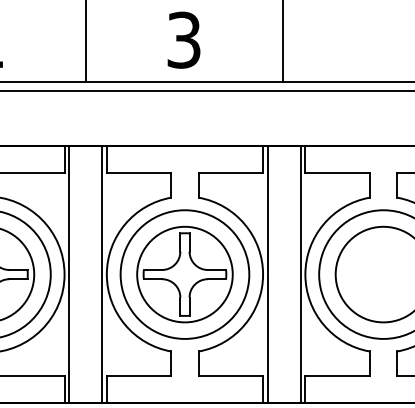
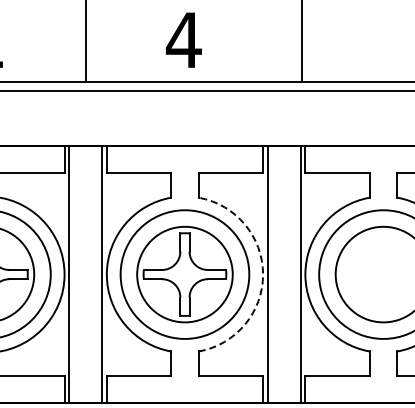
text at (183, 39): 3 -> 4
line at (282, 41) position: (282, 41) -> (301, 41)
arc at (263, 274): solid -> dashed
